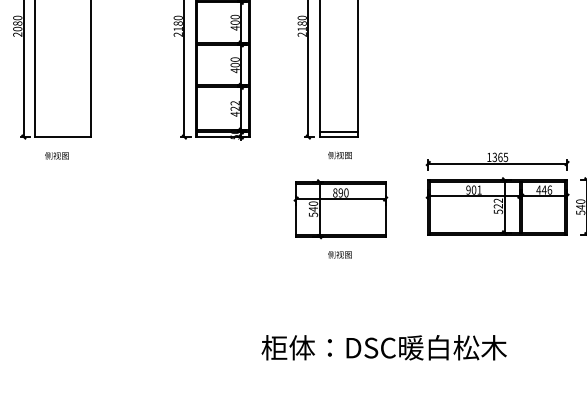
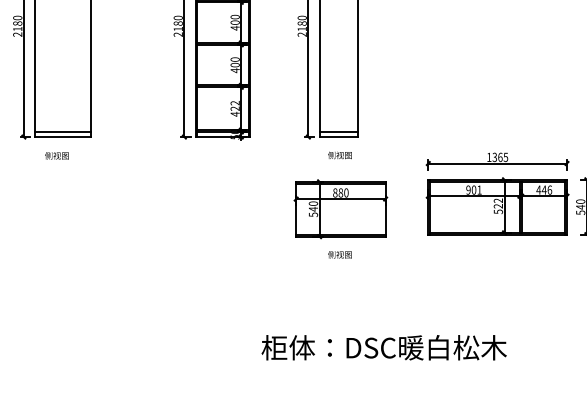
text at (17, 28): 2080 -> 2180
line at (62, 132): none -> present
text at (340, 192): 890 -> 880
